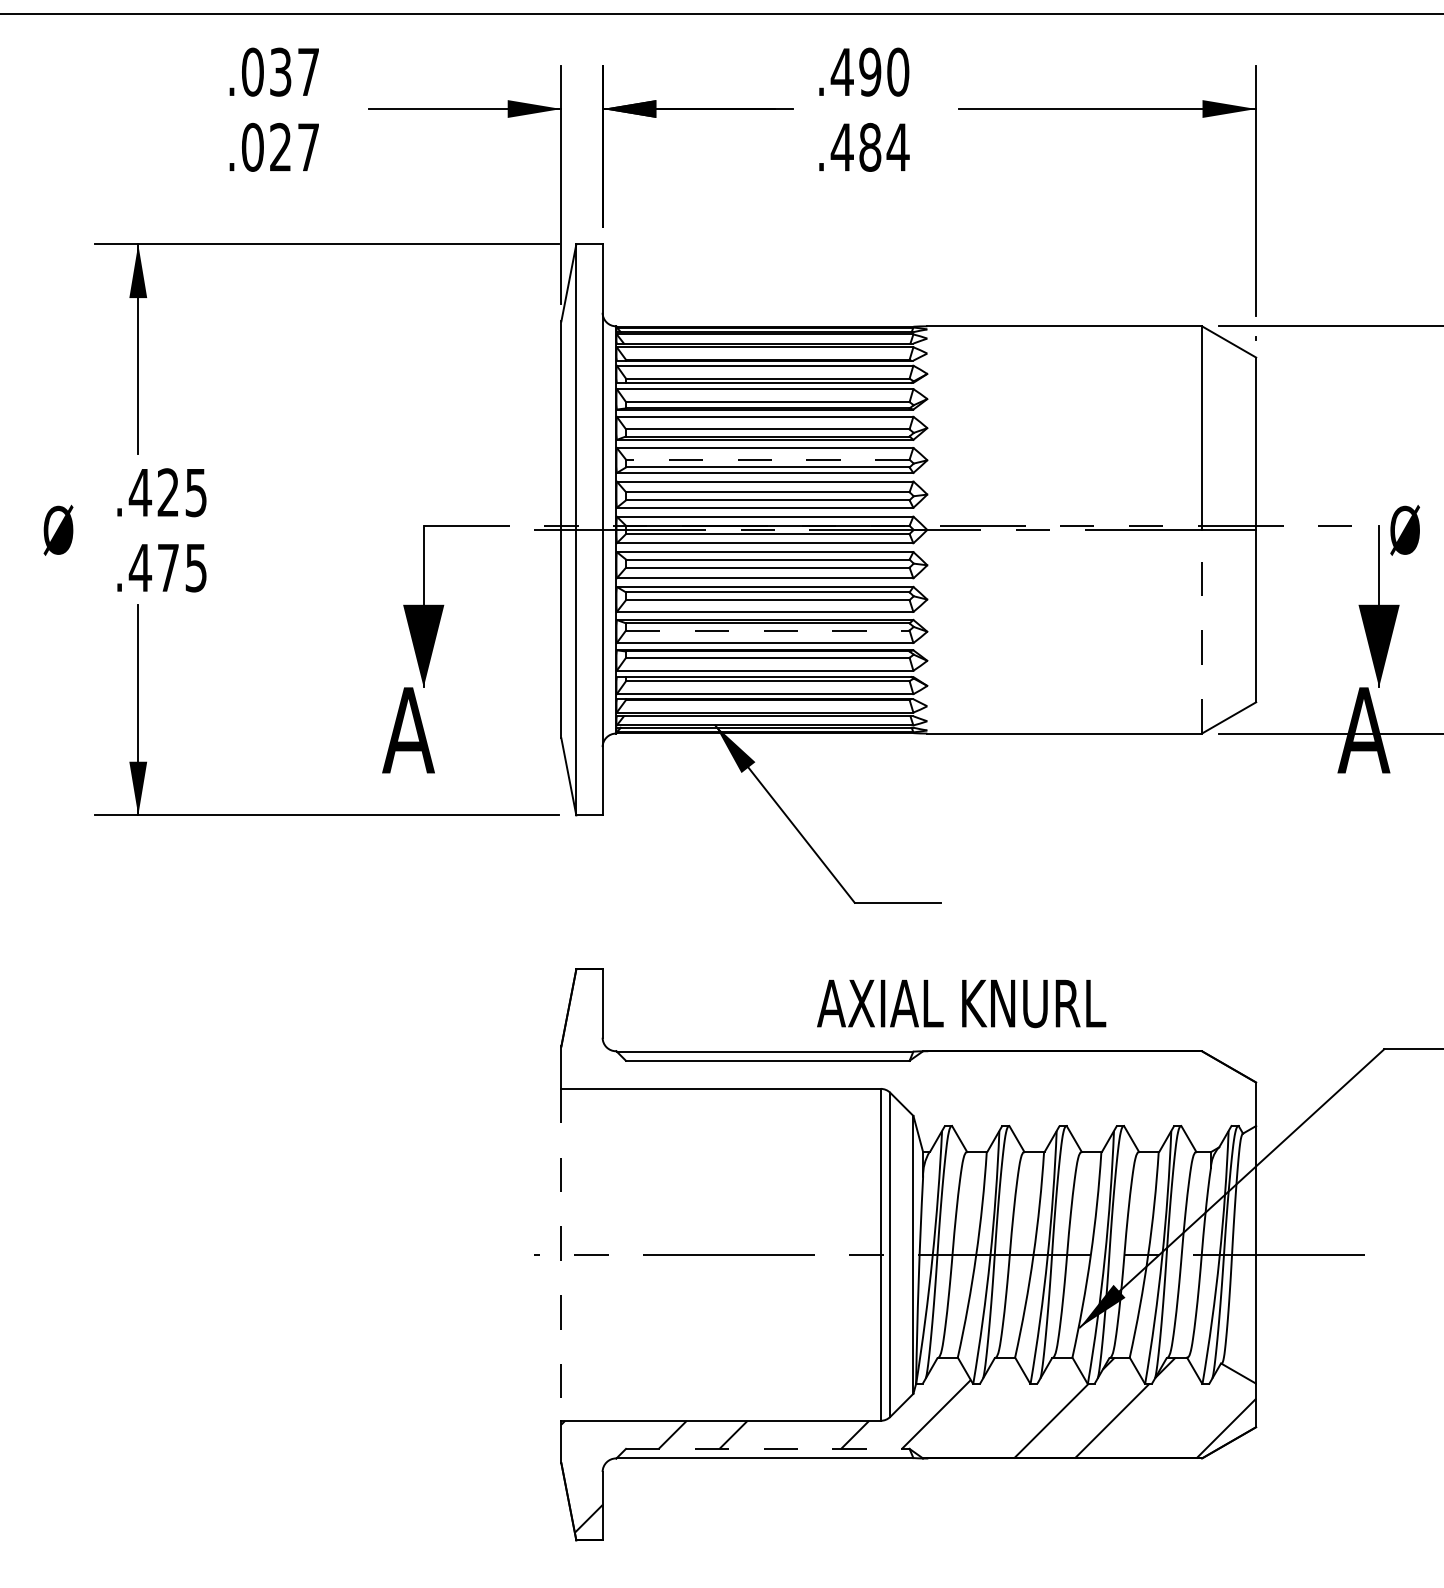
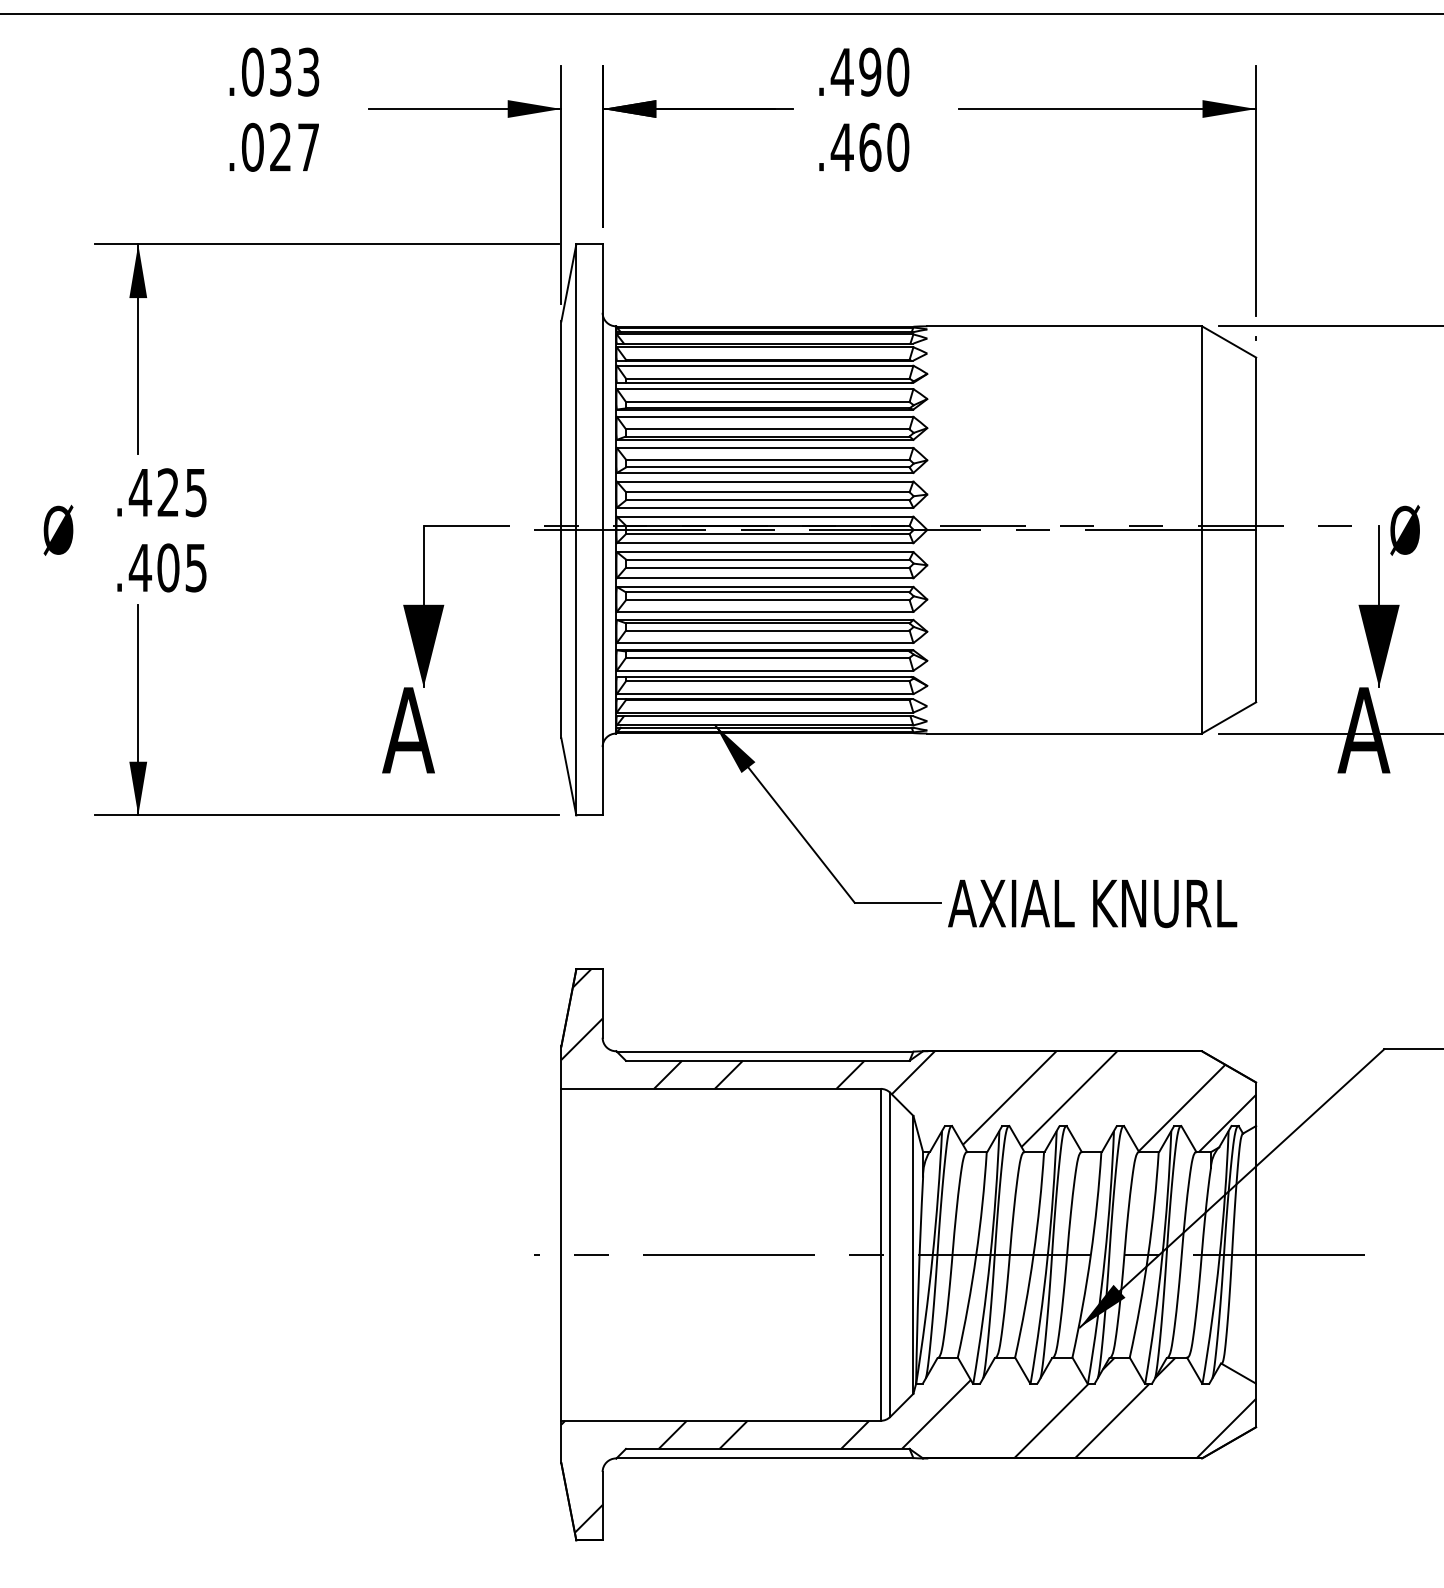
text at (308, 71): .037 -> .033
text at (884, 146): .484 -> .460
line at (767, 459): dashed -> solid
text at (168, 567): .475 -> .405
line at (767, 630): dashed -> solid
line at (1202, 631): dashed -> solid
text at (961, 1004) position: (961, 1004) -> (1092, 904)
hatch at (908, 1060): none -> present
line at (561, 1254): dashed -> solid
line at (767, 1448): dashed -> solid
